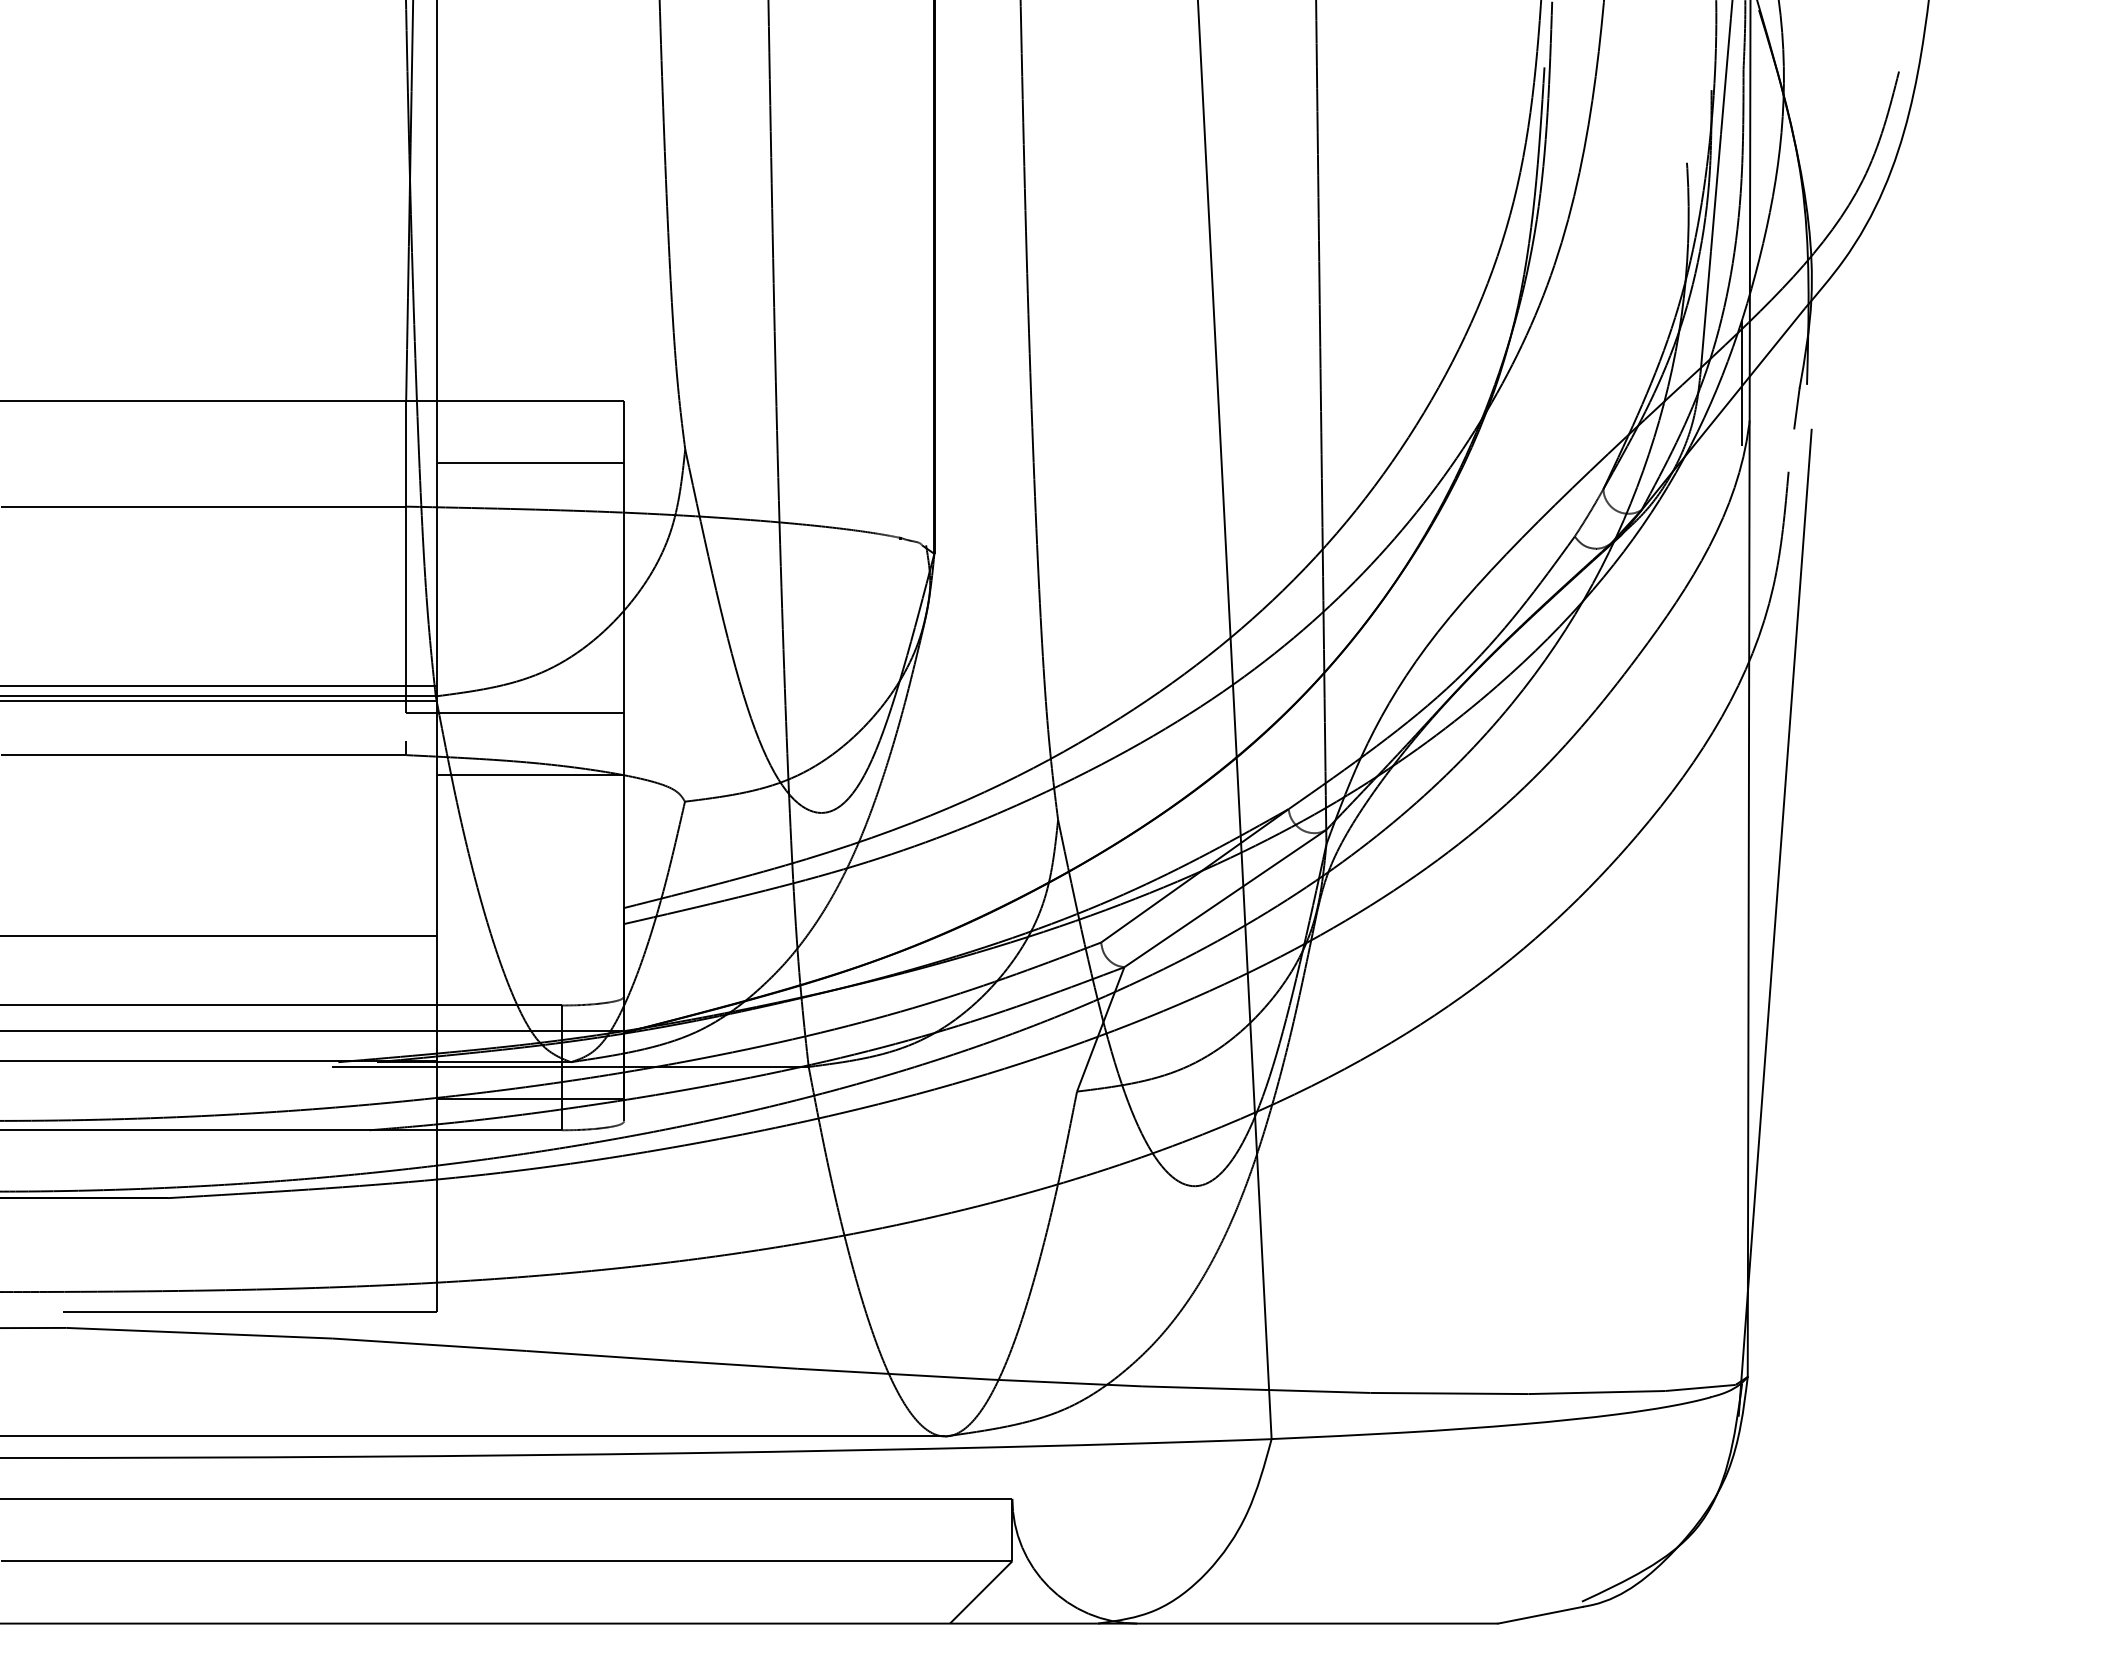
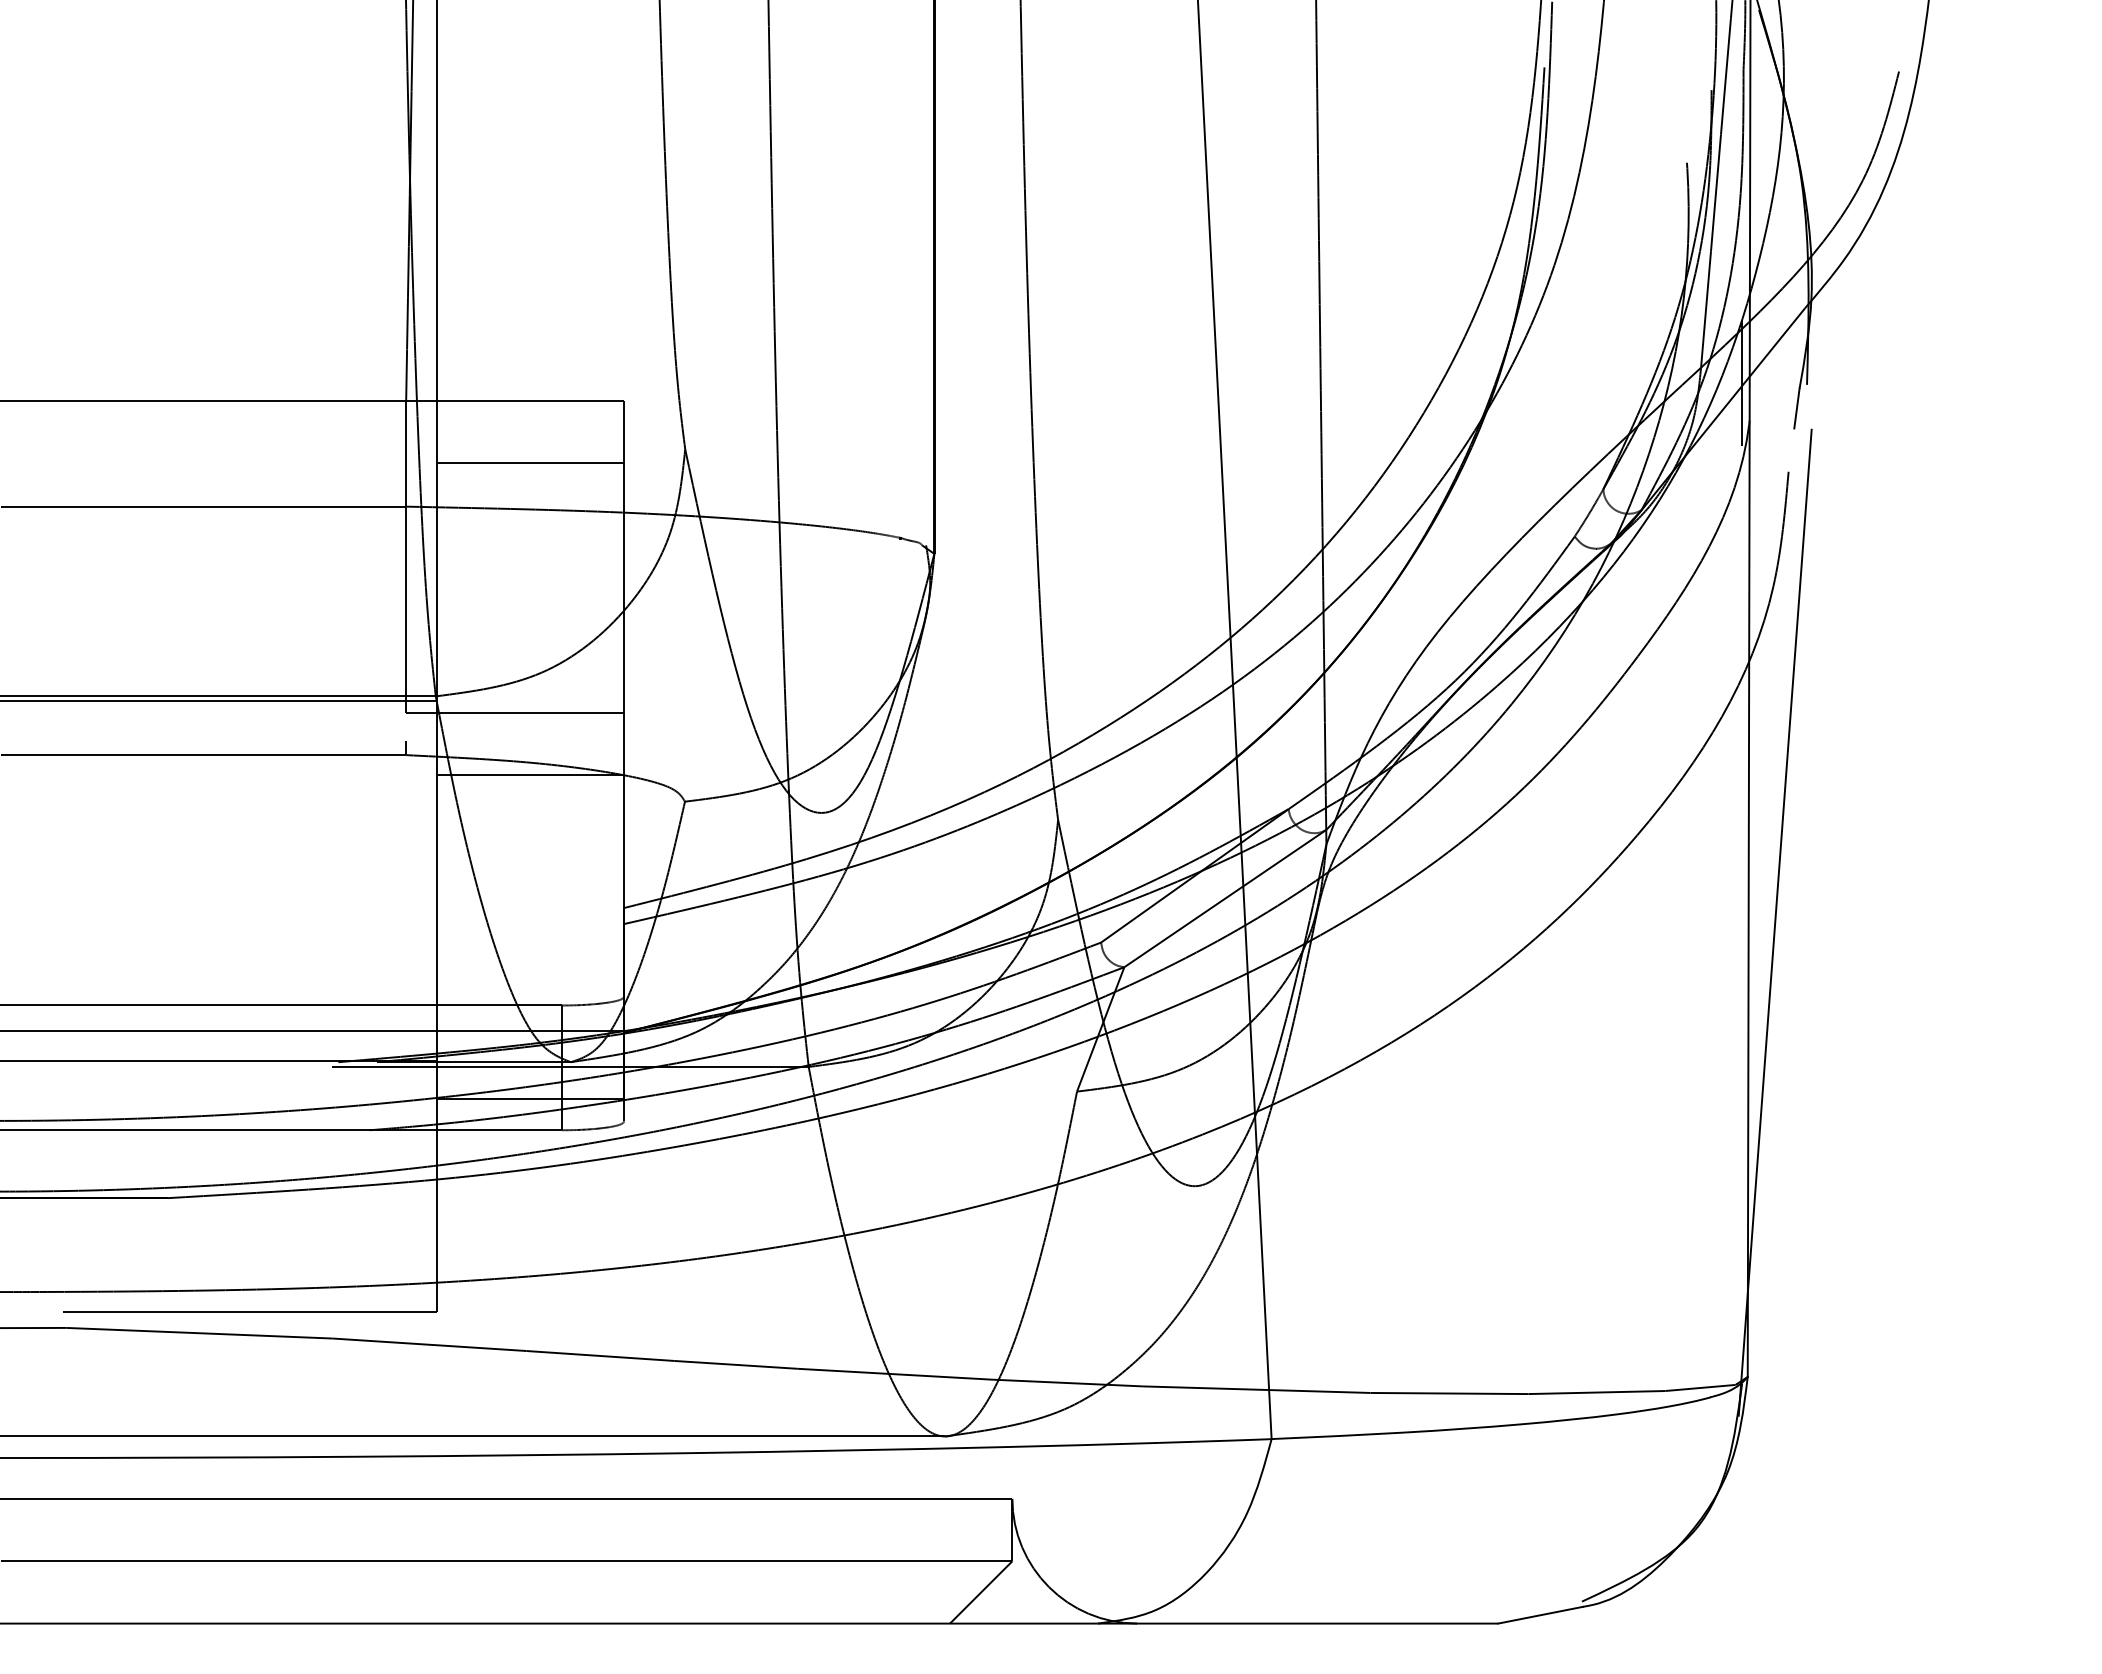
line at (219, 686): present -> none
line at (219, 935): present -> none
